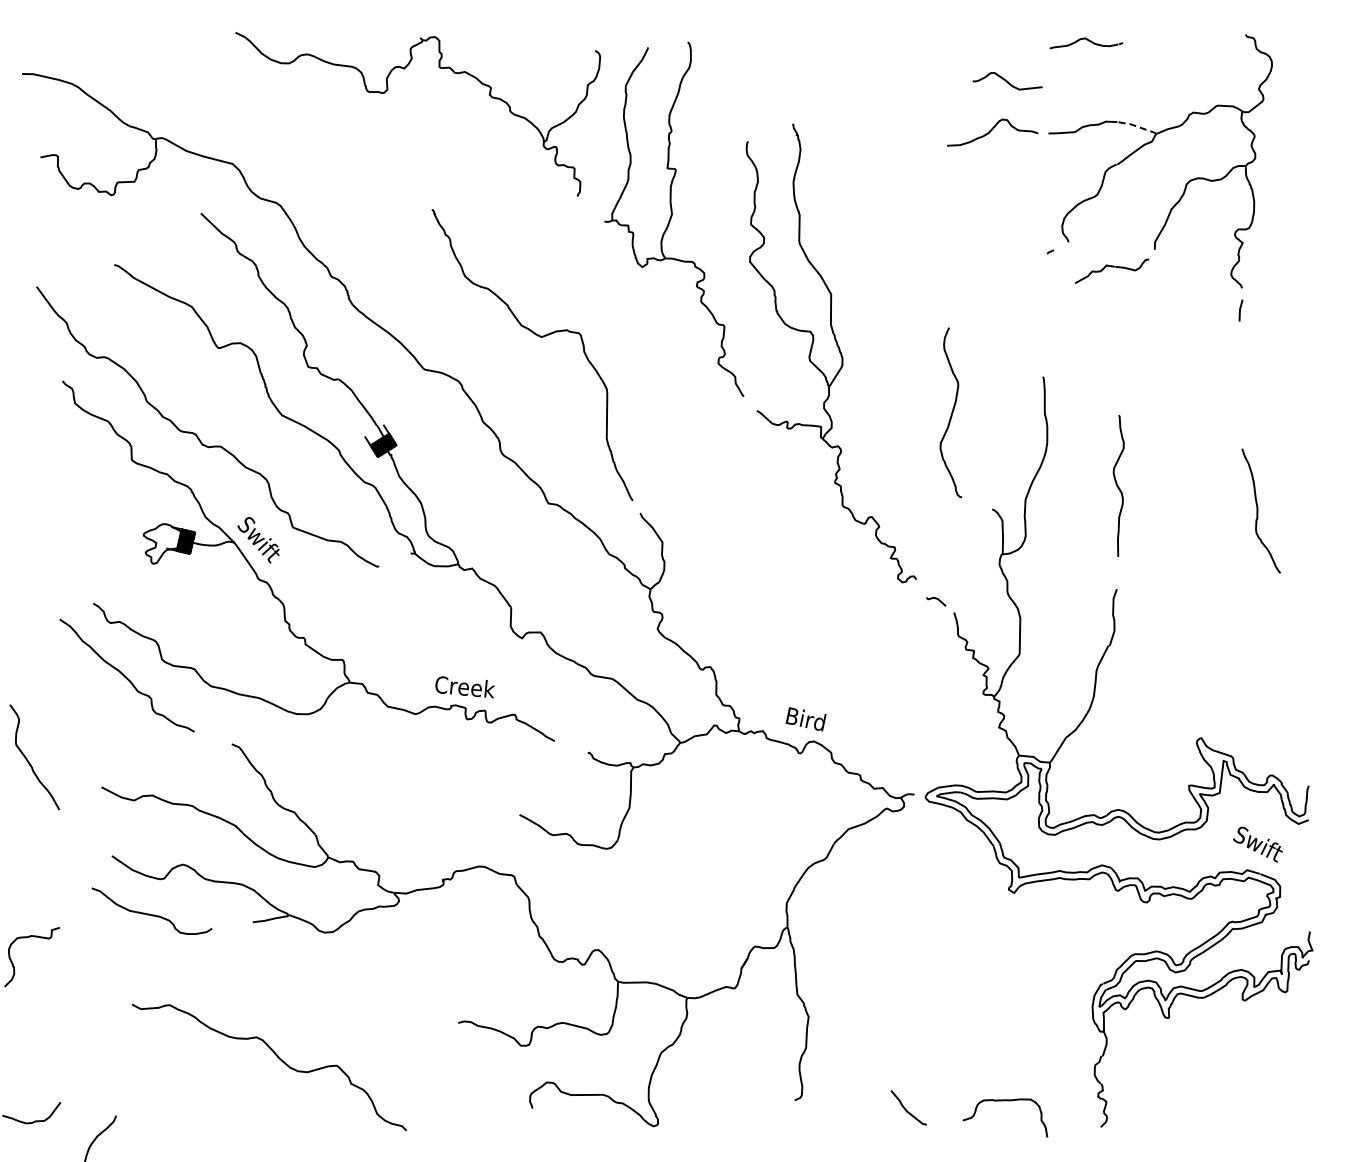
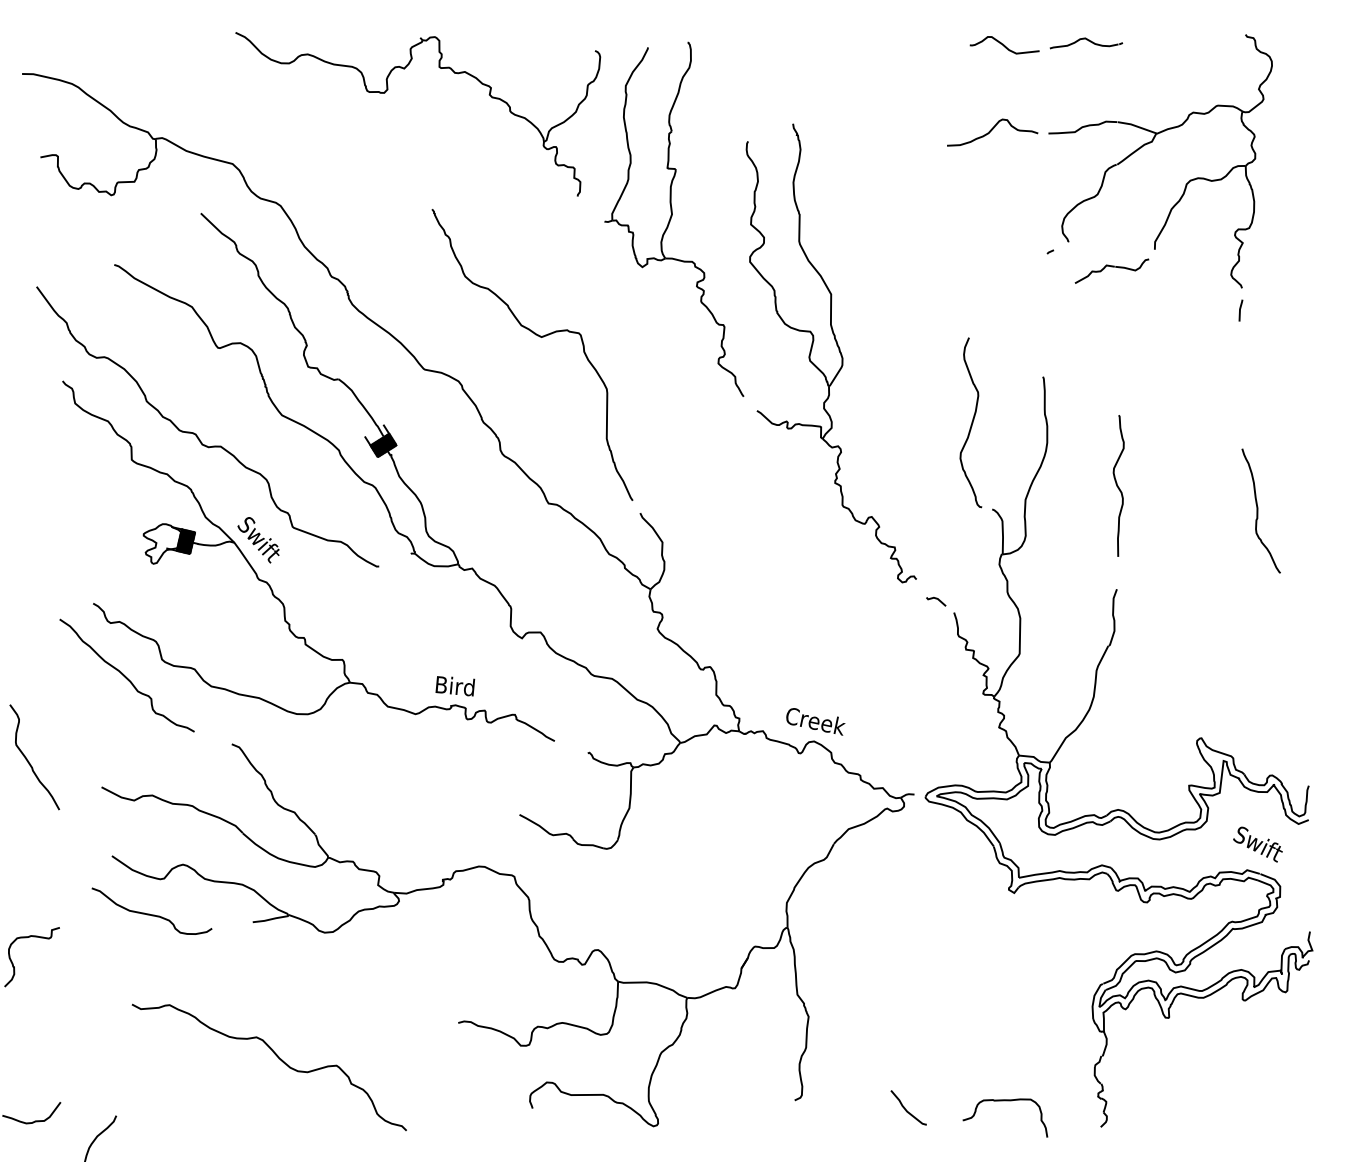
curve at (1007, 81) position: (1007, 81) -> (1004, 45)
line at (1137, 126): dashed -> solid
curve at (951, 412) position: (951, 412) -> (971, 422)
text at (464, 687): Creek -> Bird
text at (815, 721): Bird -> Creek
